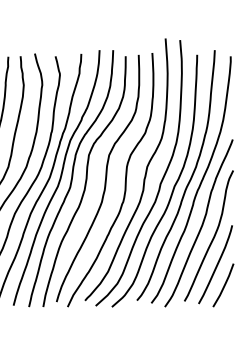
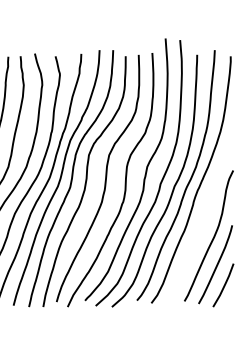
curve at (201, 224): present -> none
